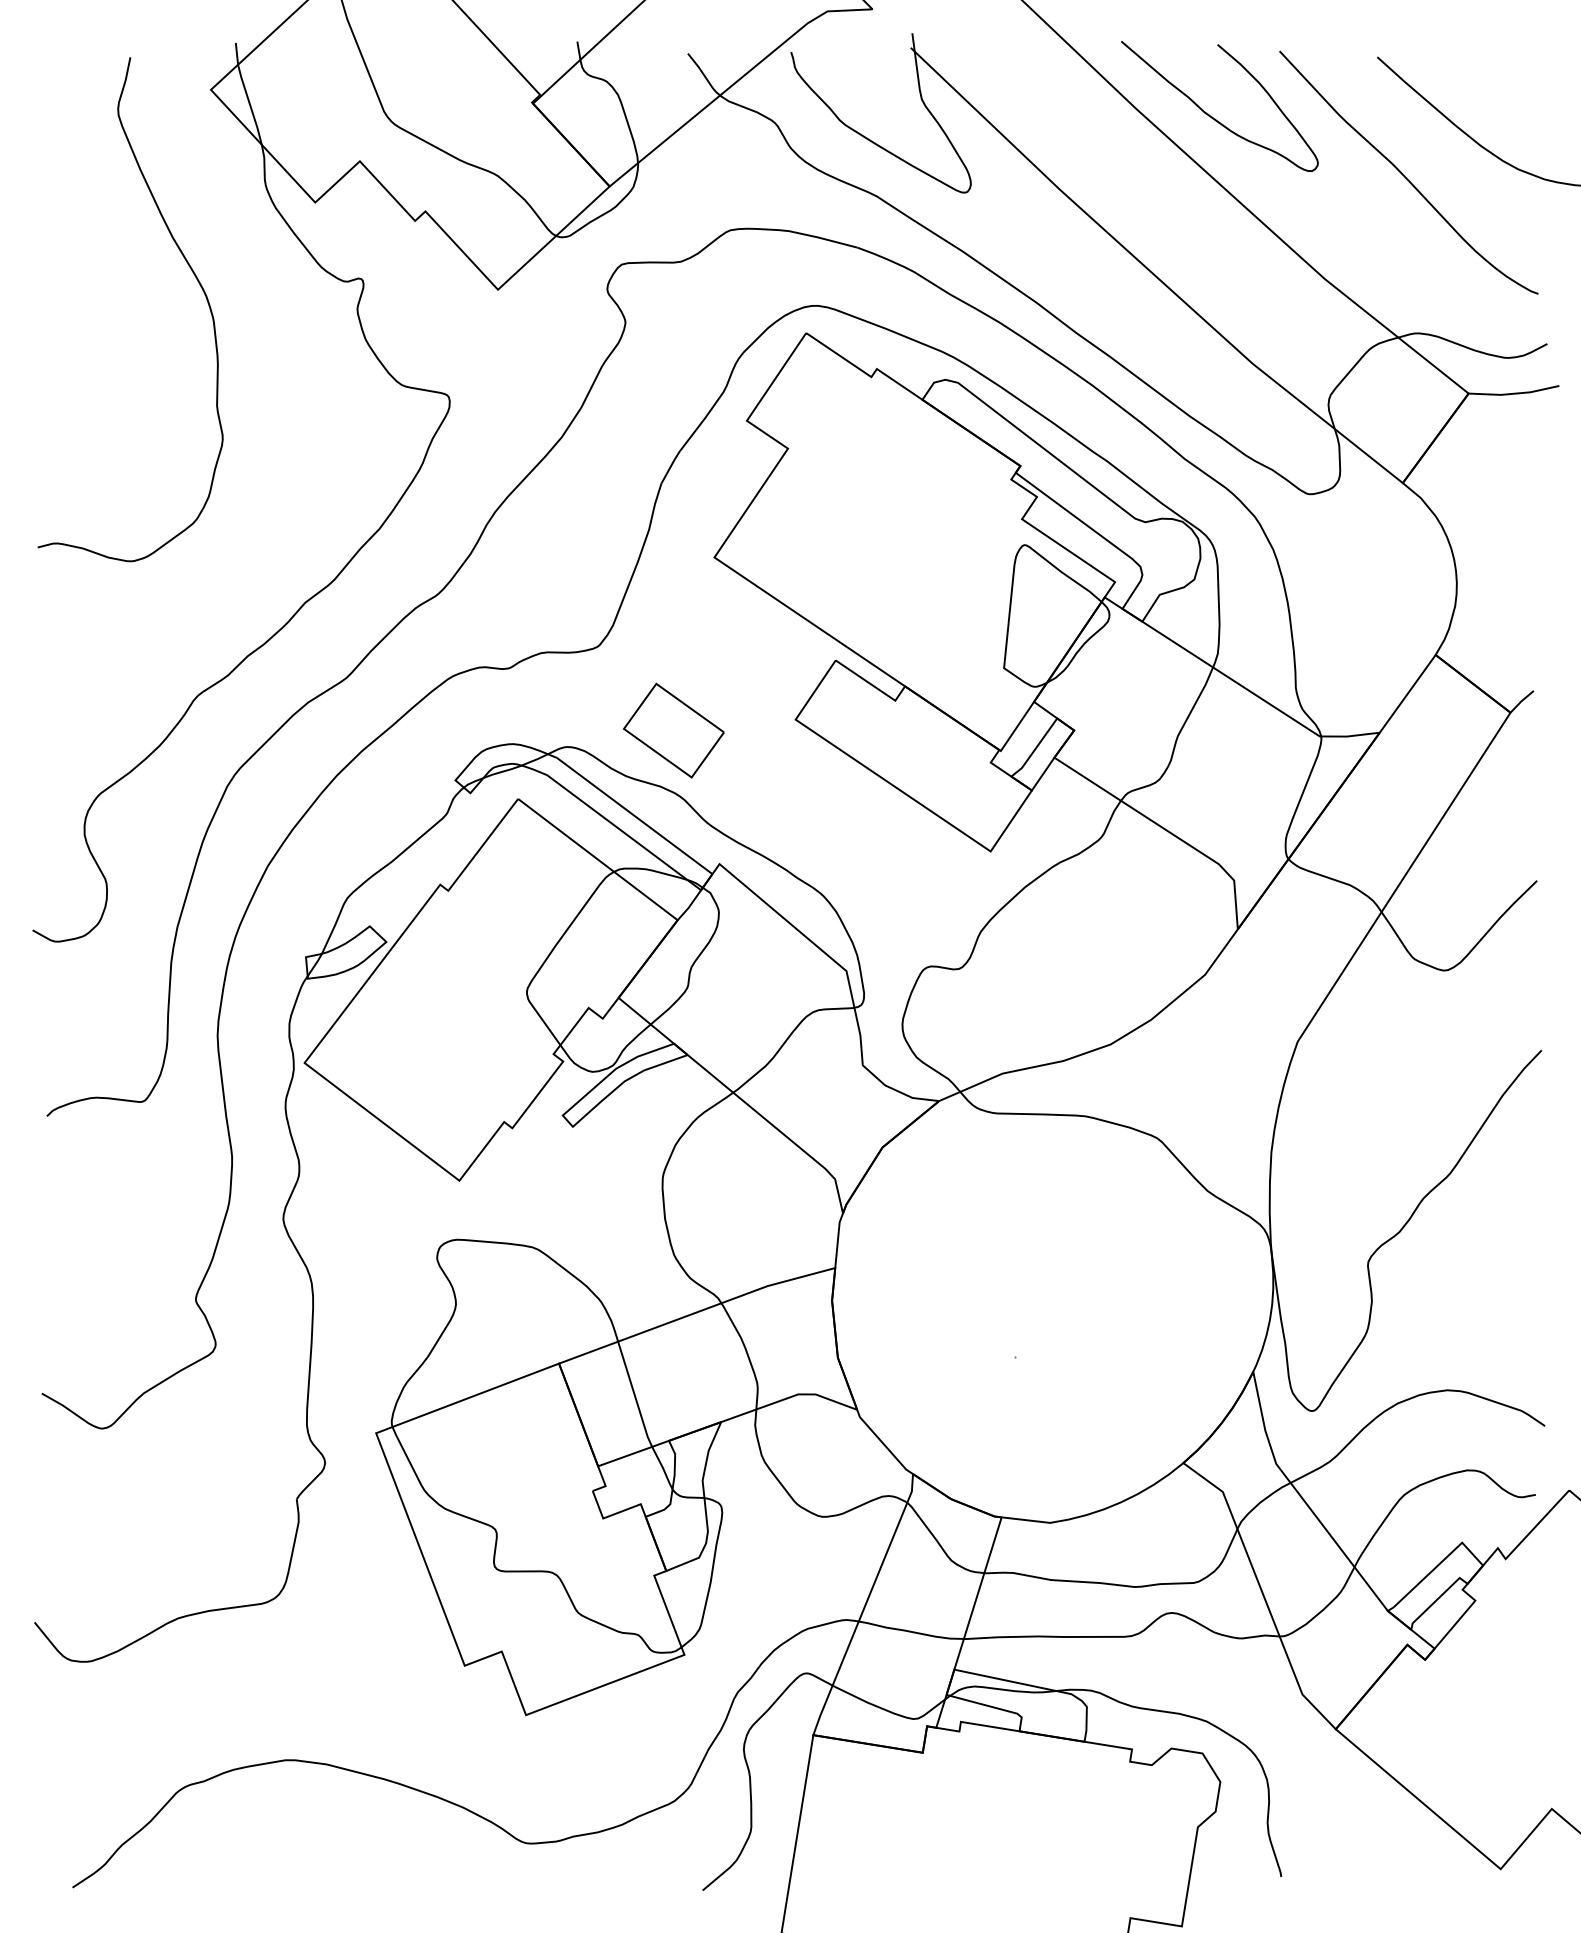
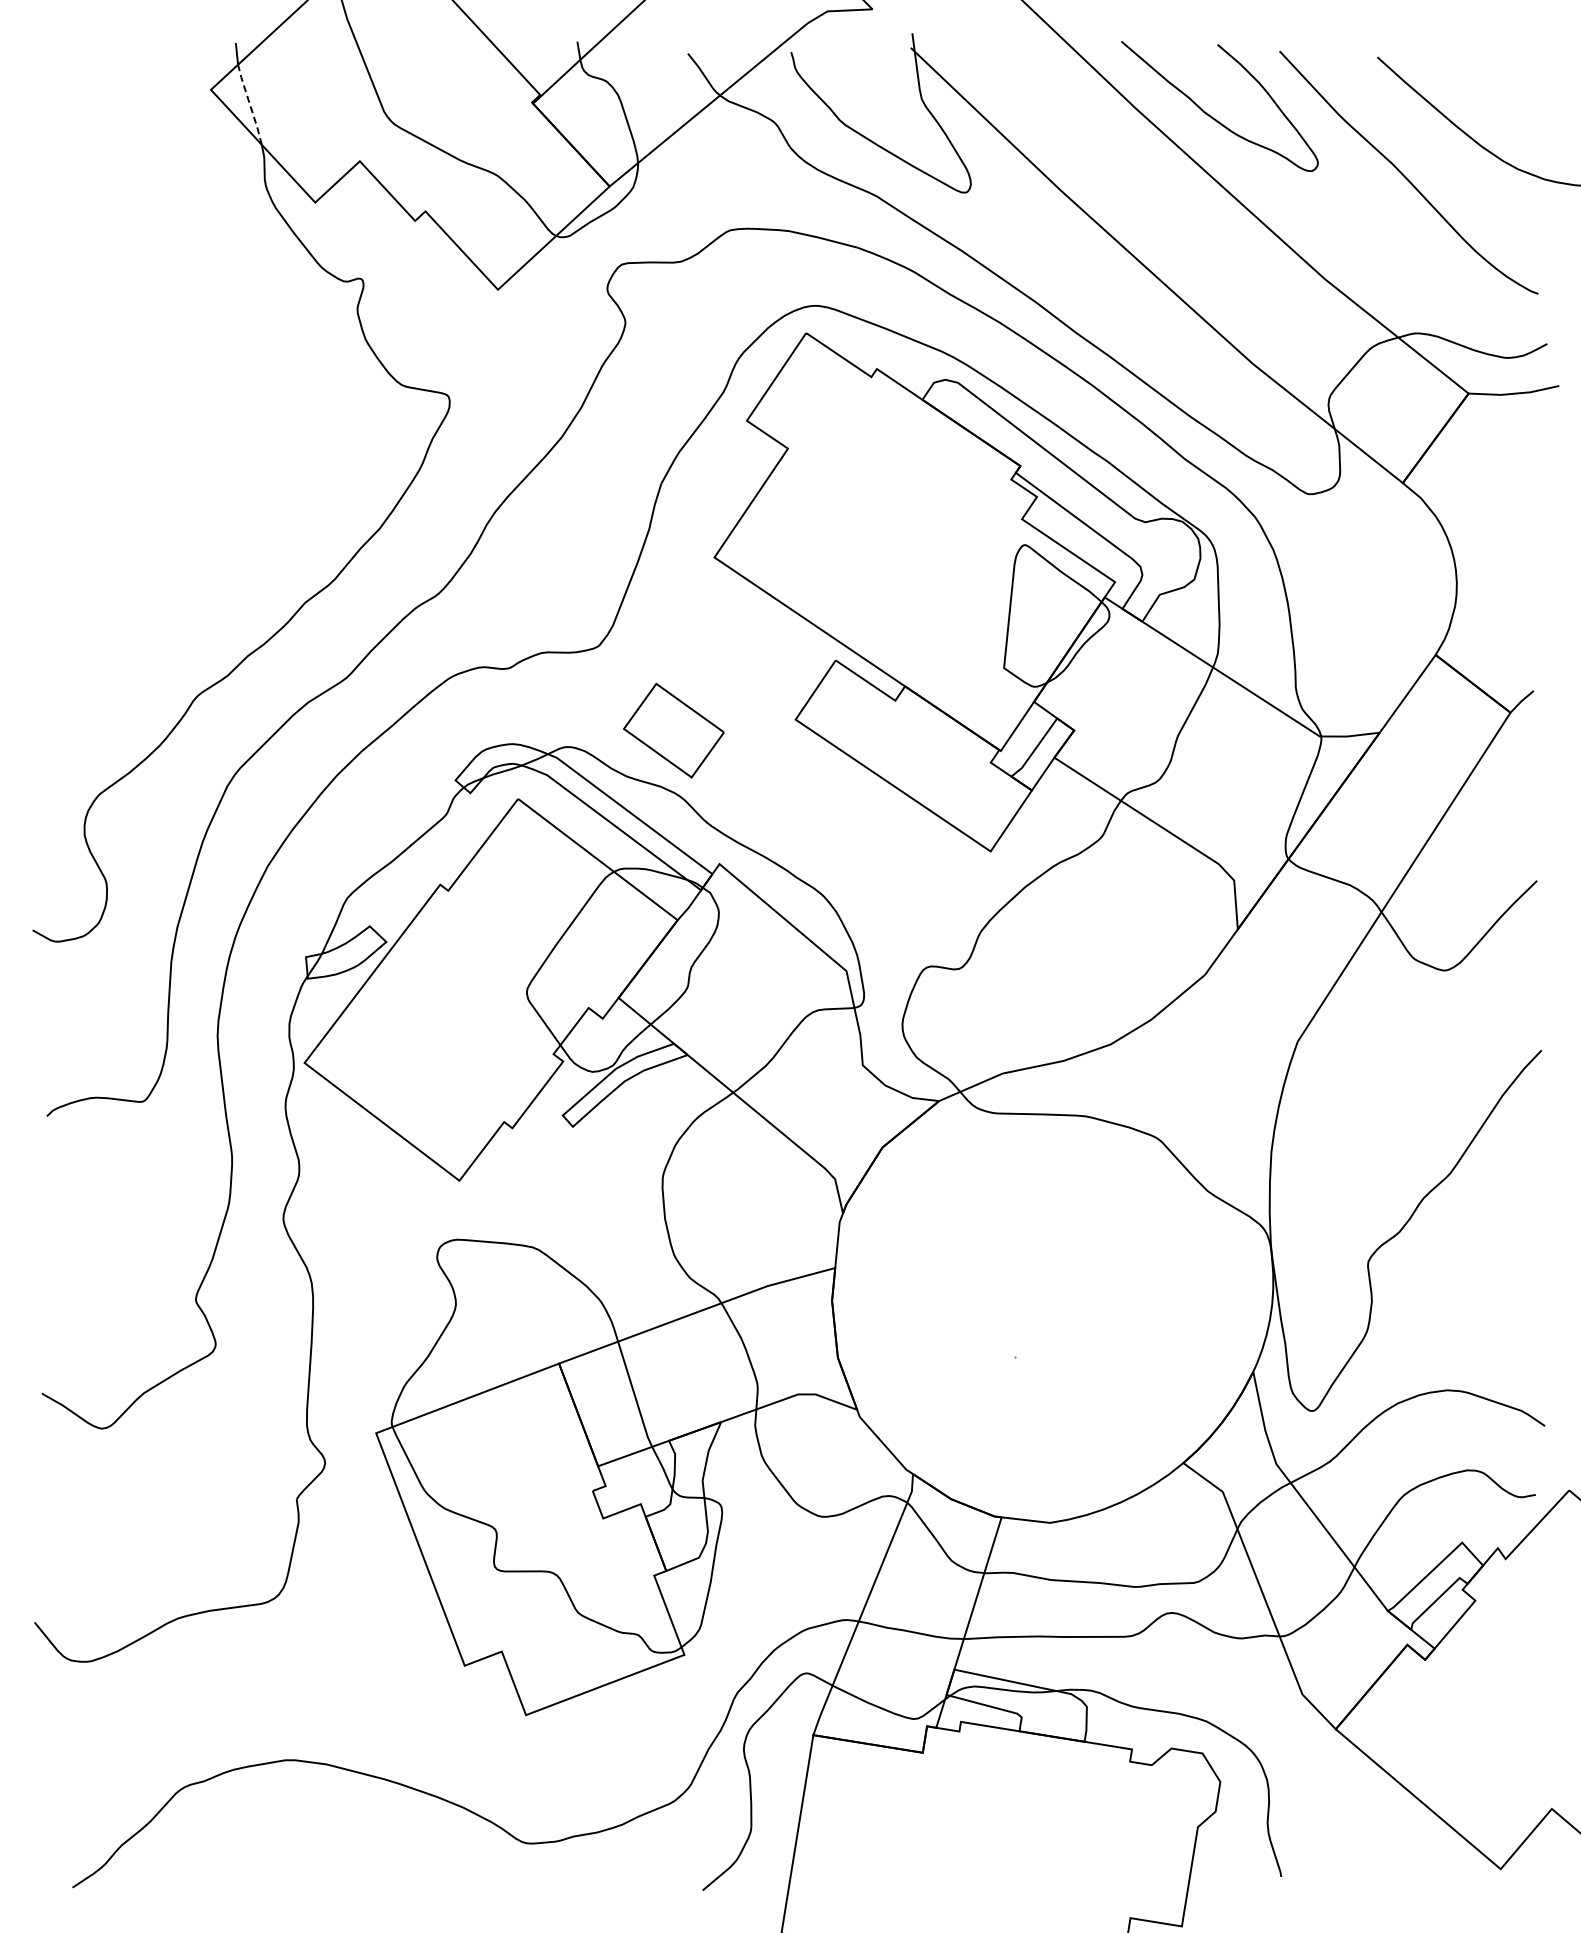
line at (249, 103): solid -> dashed
curve at (194, 276): present -> none
